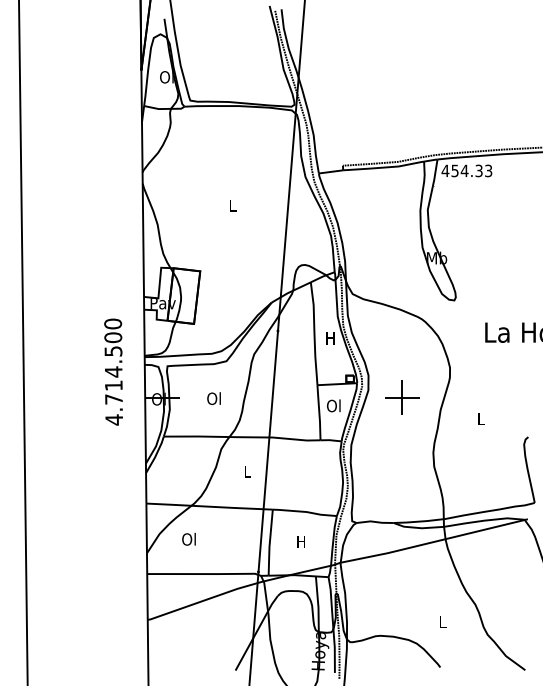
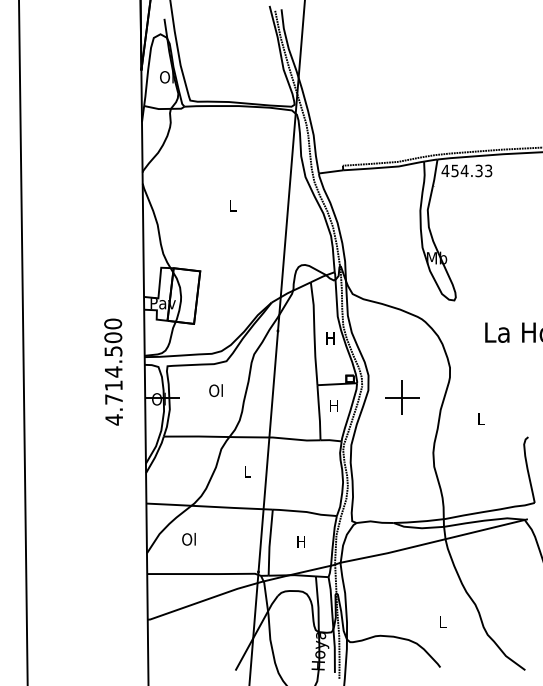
text at (213, 398) position: (213, 398) -> (215, 390)
text at (333, 405): Ol -> H
